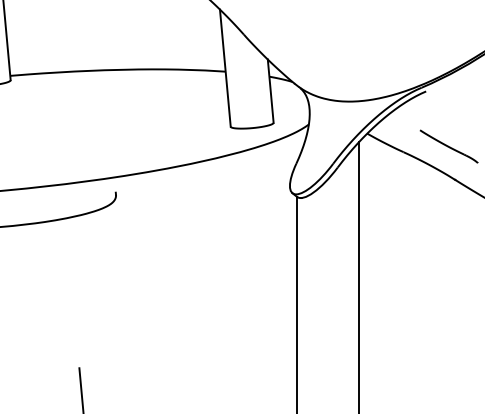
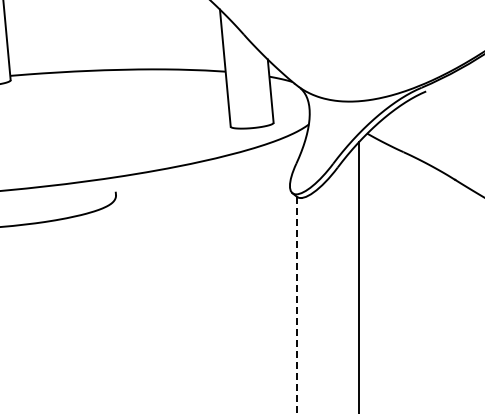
line at (448, 146): present -> none
line at (296, 305): solid -> dashed
line at (81, 389): present -> none
